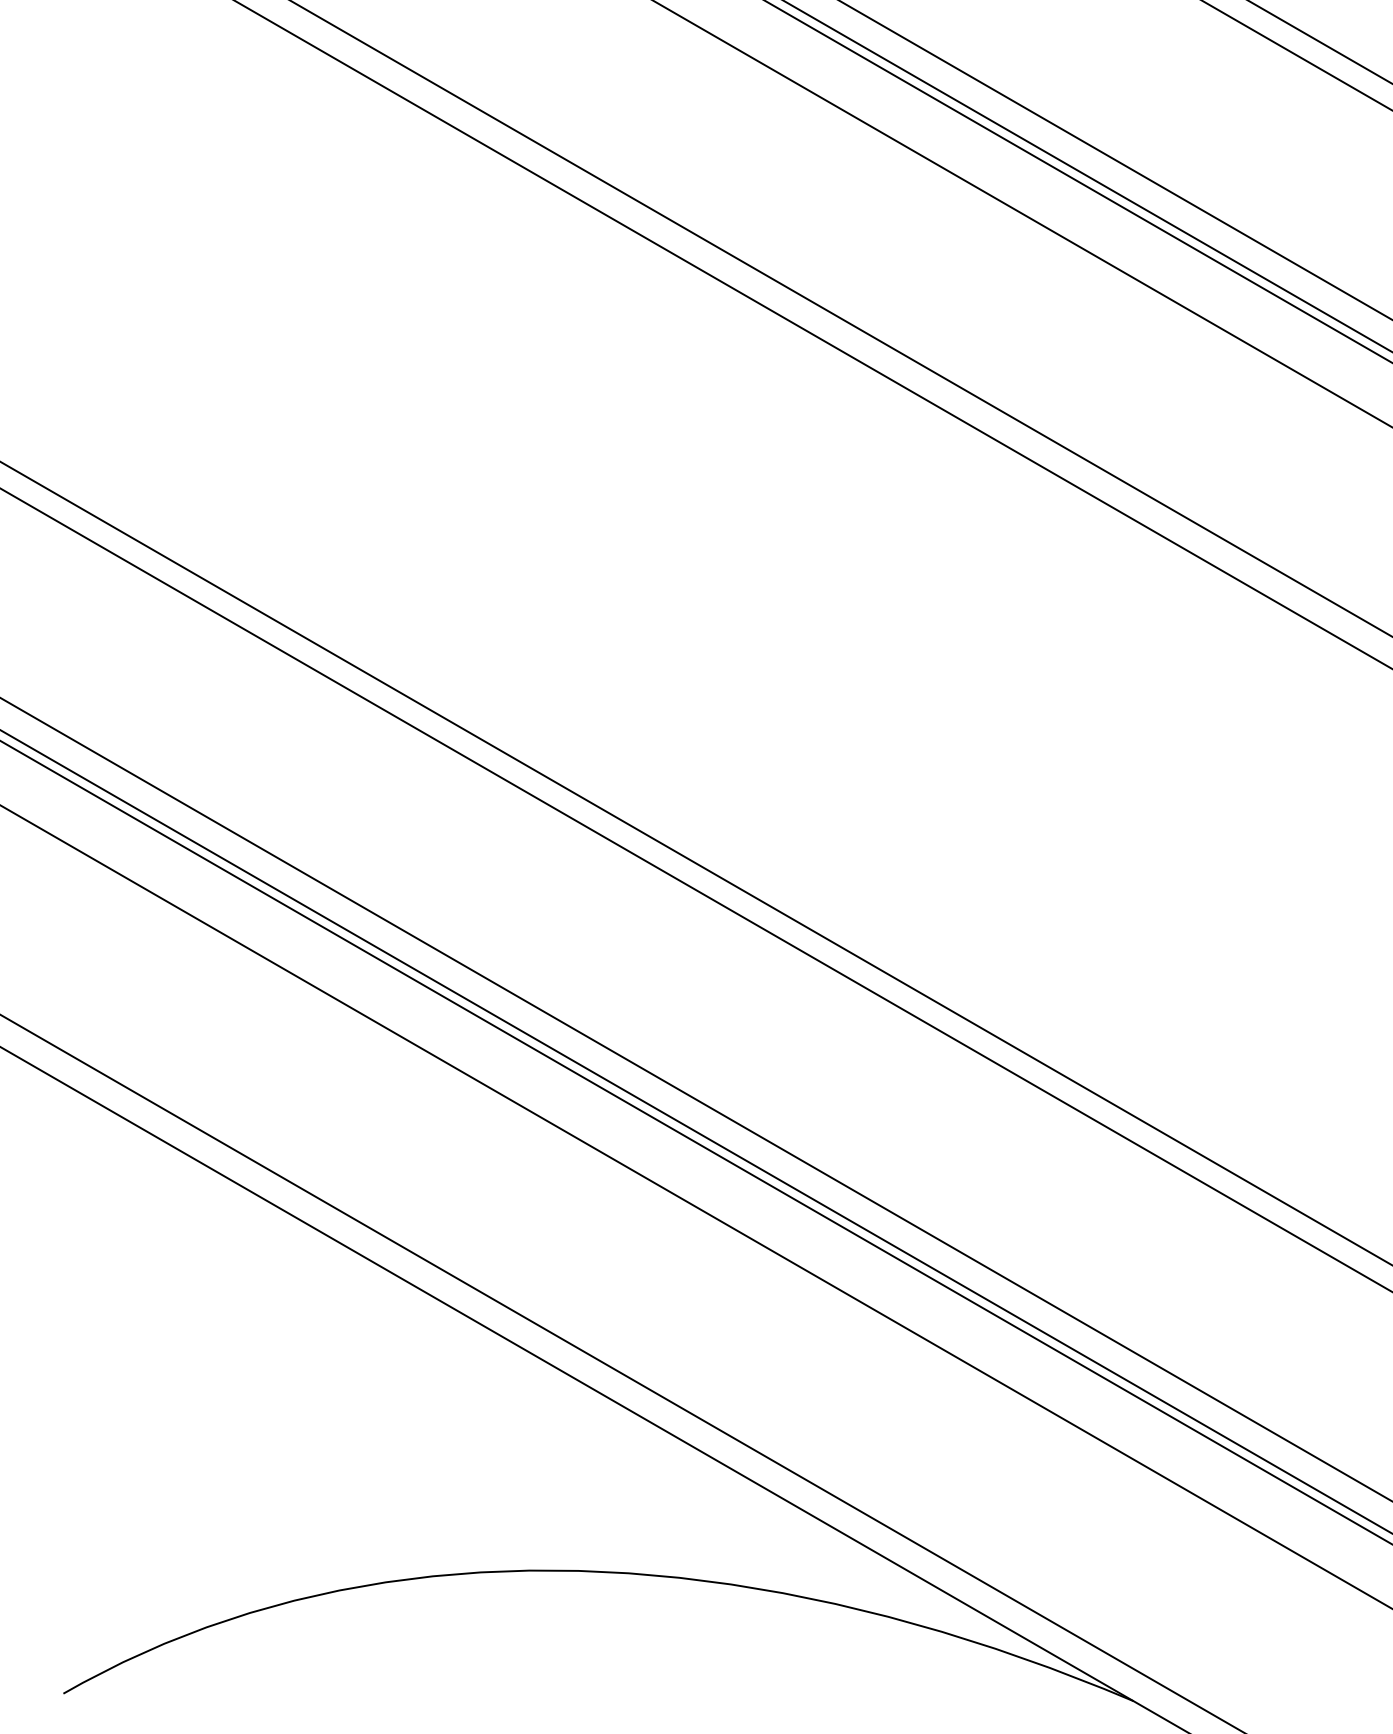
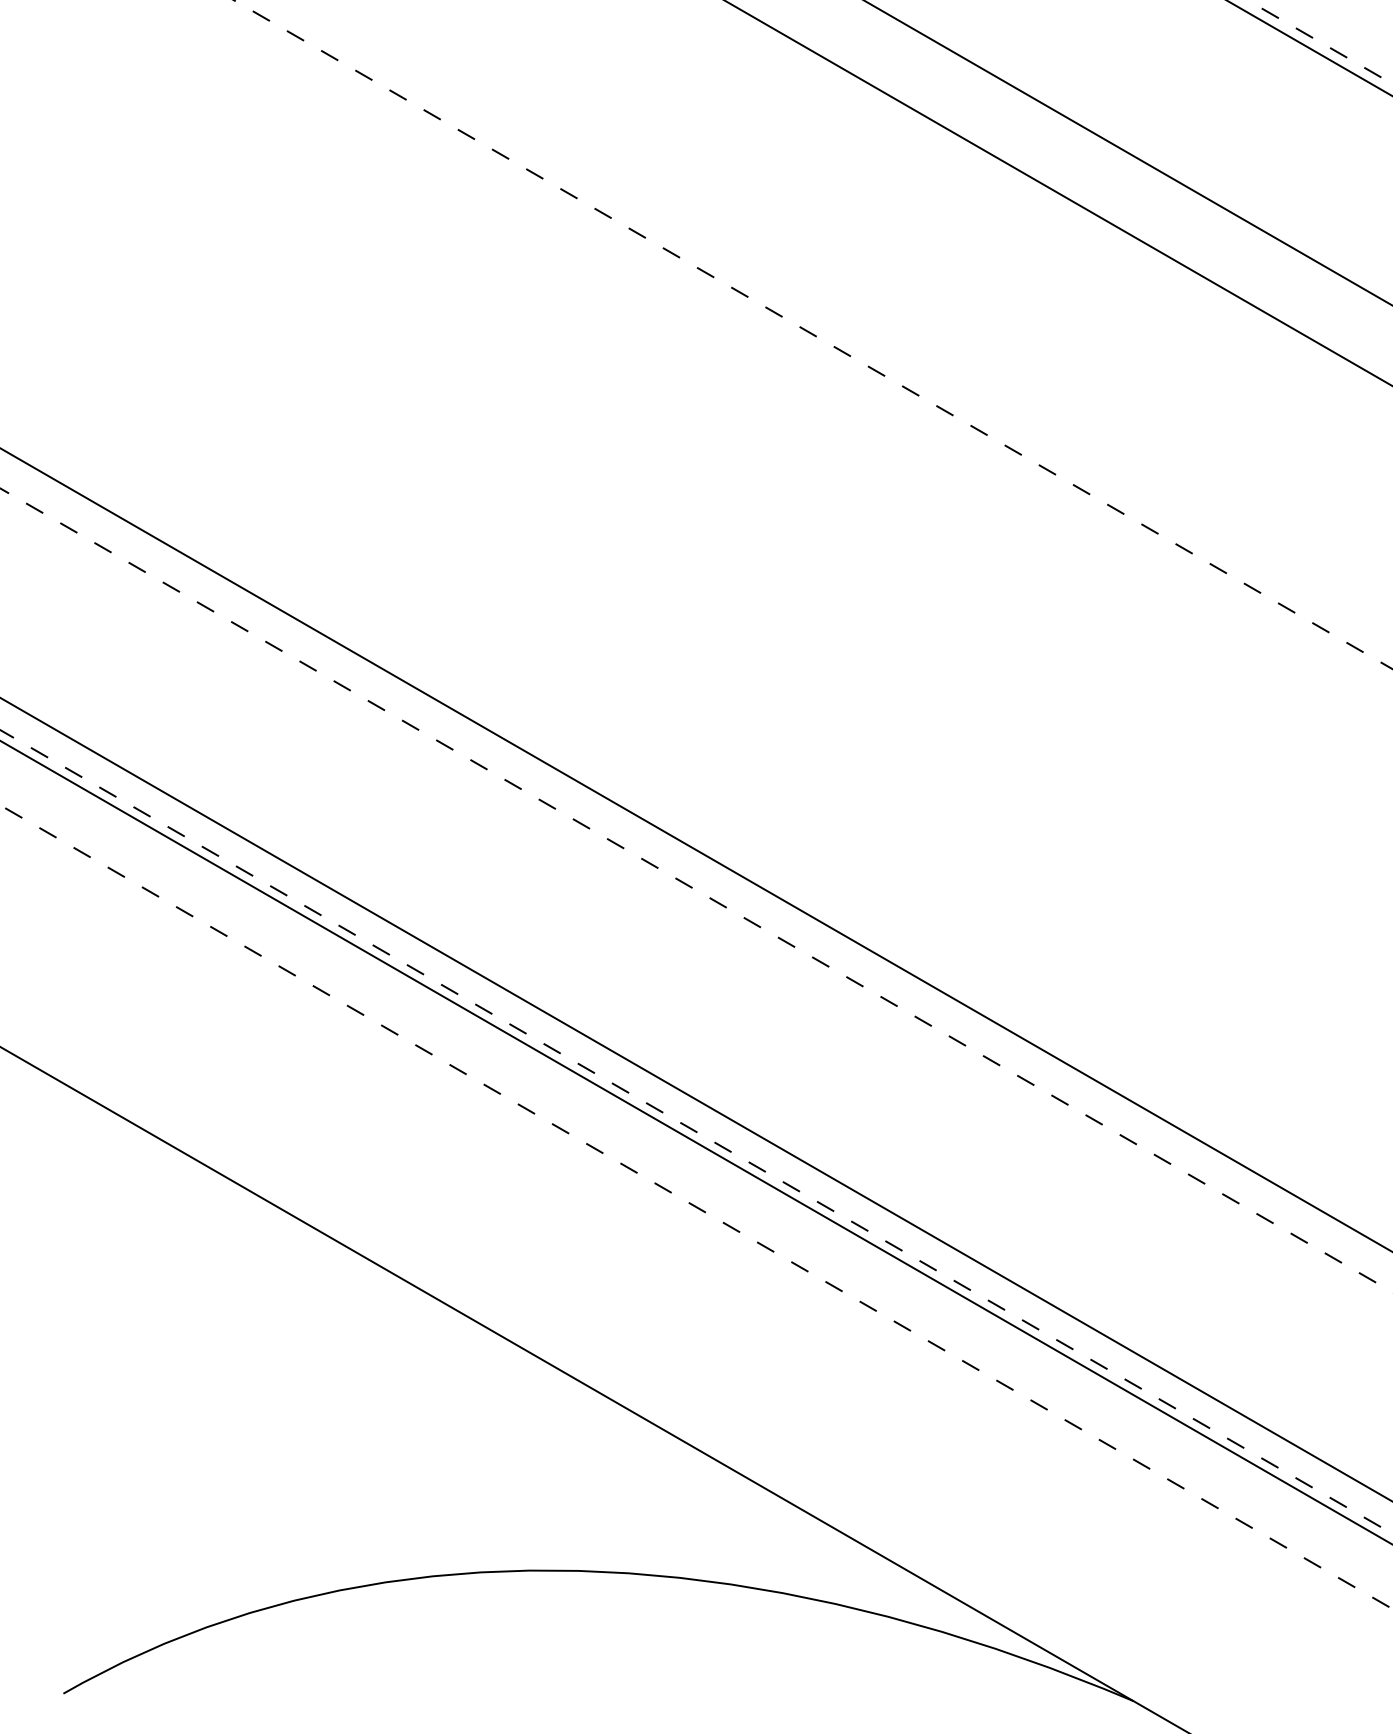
line at (1319, 42): solid -> dashed
line at (1296, 55) position: (1296, 55) -> (1309, 48)
line at (1115, 160) position: (1115, 160) -> (1128, 152)
line at (1087, 176): present -> none
line at (1078, 181): present -> none
line at (1022, 213) position: (1022, 213) -> (1058, 193)
line at (841, 318): present -> none
line at (813, 334): solid -> dashed
line at (695, 862) position: (695, 862) -> (695, 849)
line at (696, 890): solid -> dashed
line at (696, 1131): solid -> dashed
line at (696, 1207): solid -> dashed
line at (621, 1372): present -> none
